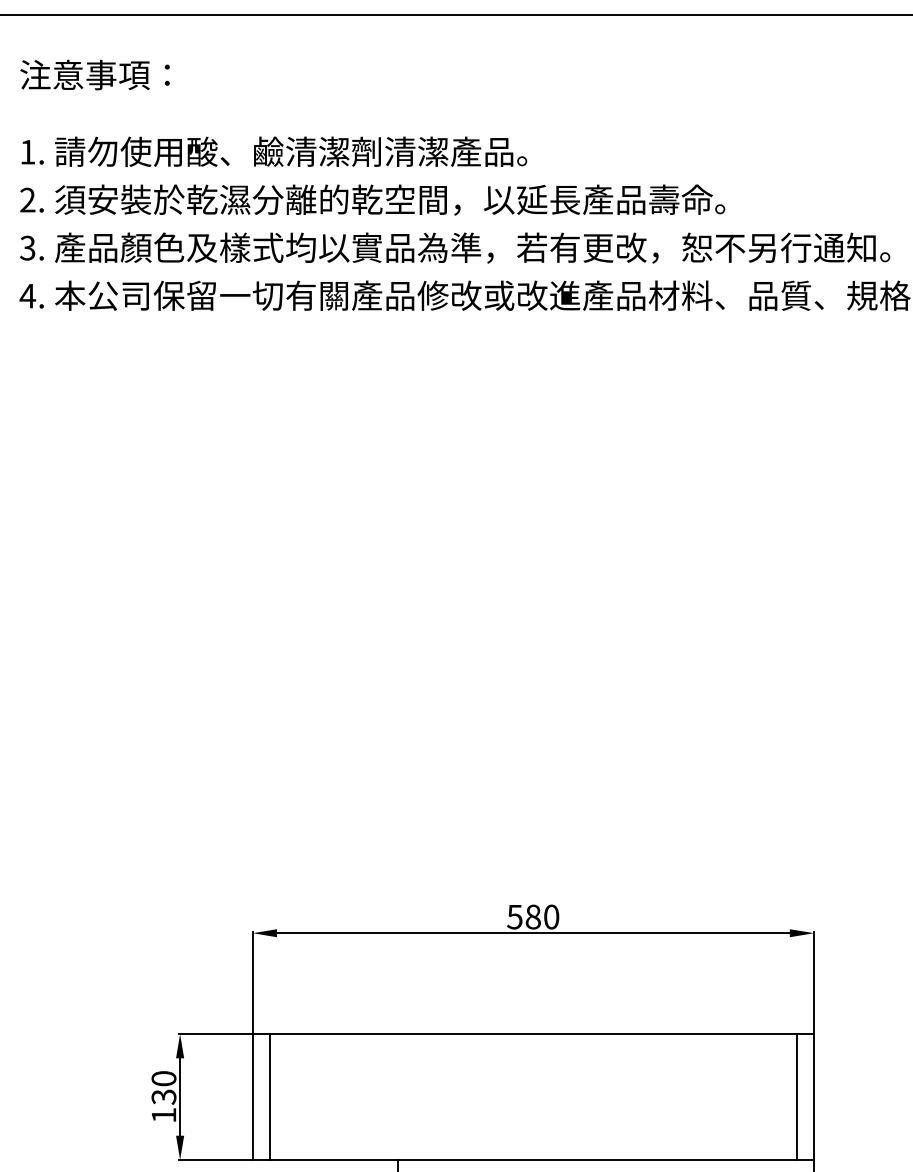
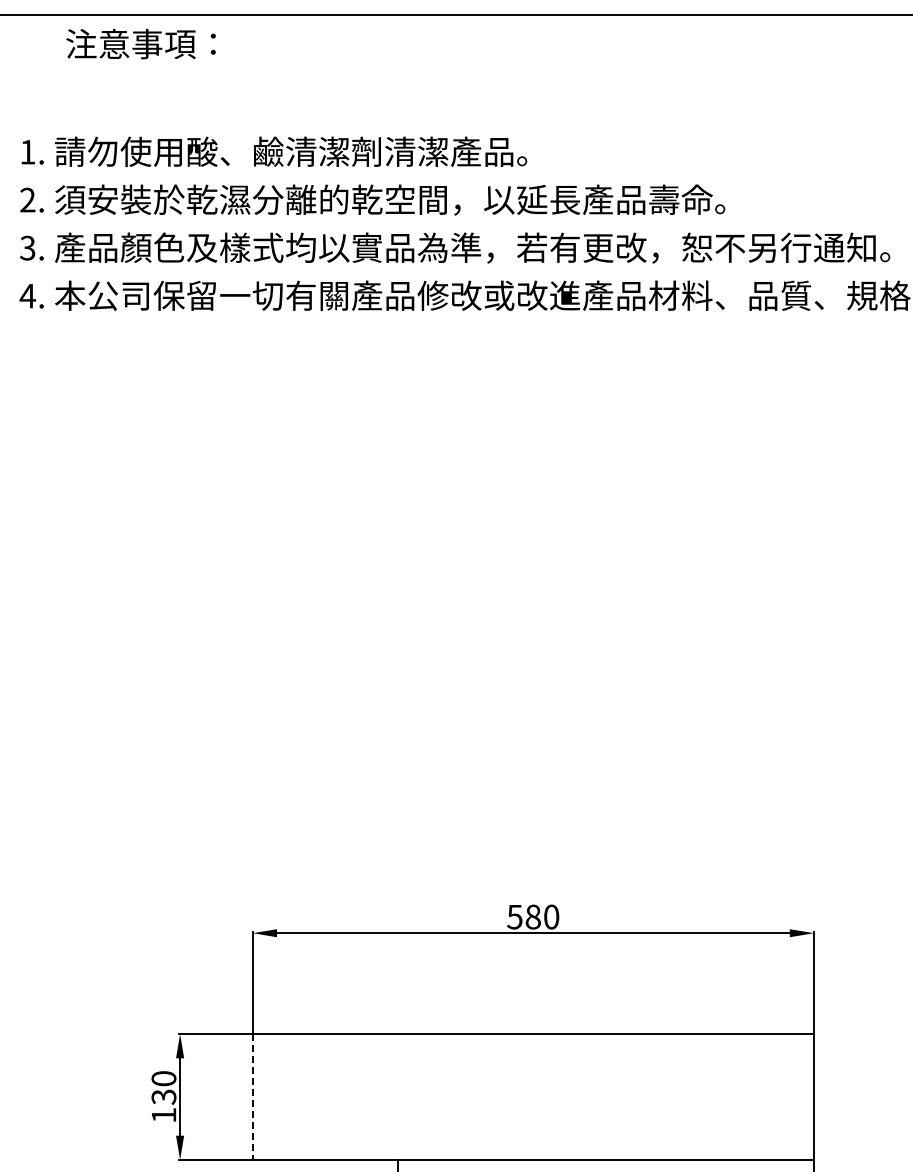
text at (94, 74) position: (94, 74) -> (140, 43)
line at (270, 1096): present -> none
line at (796, 1096): present -> none
line at (252, 1097): solid -> dashed
